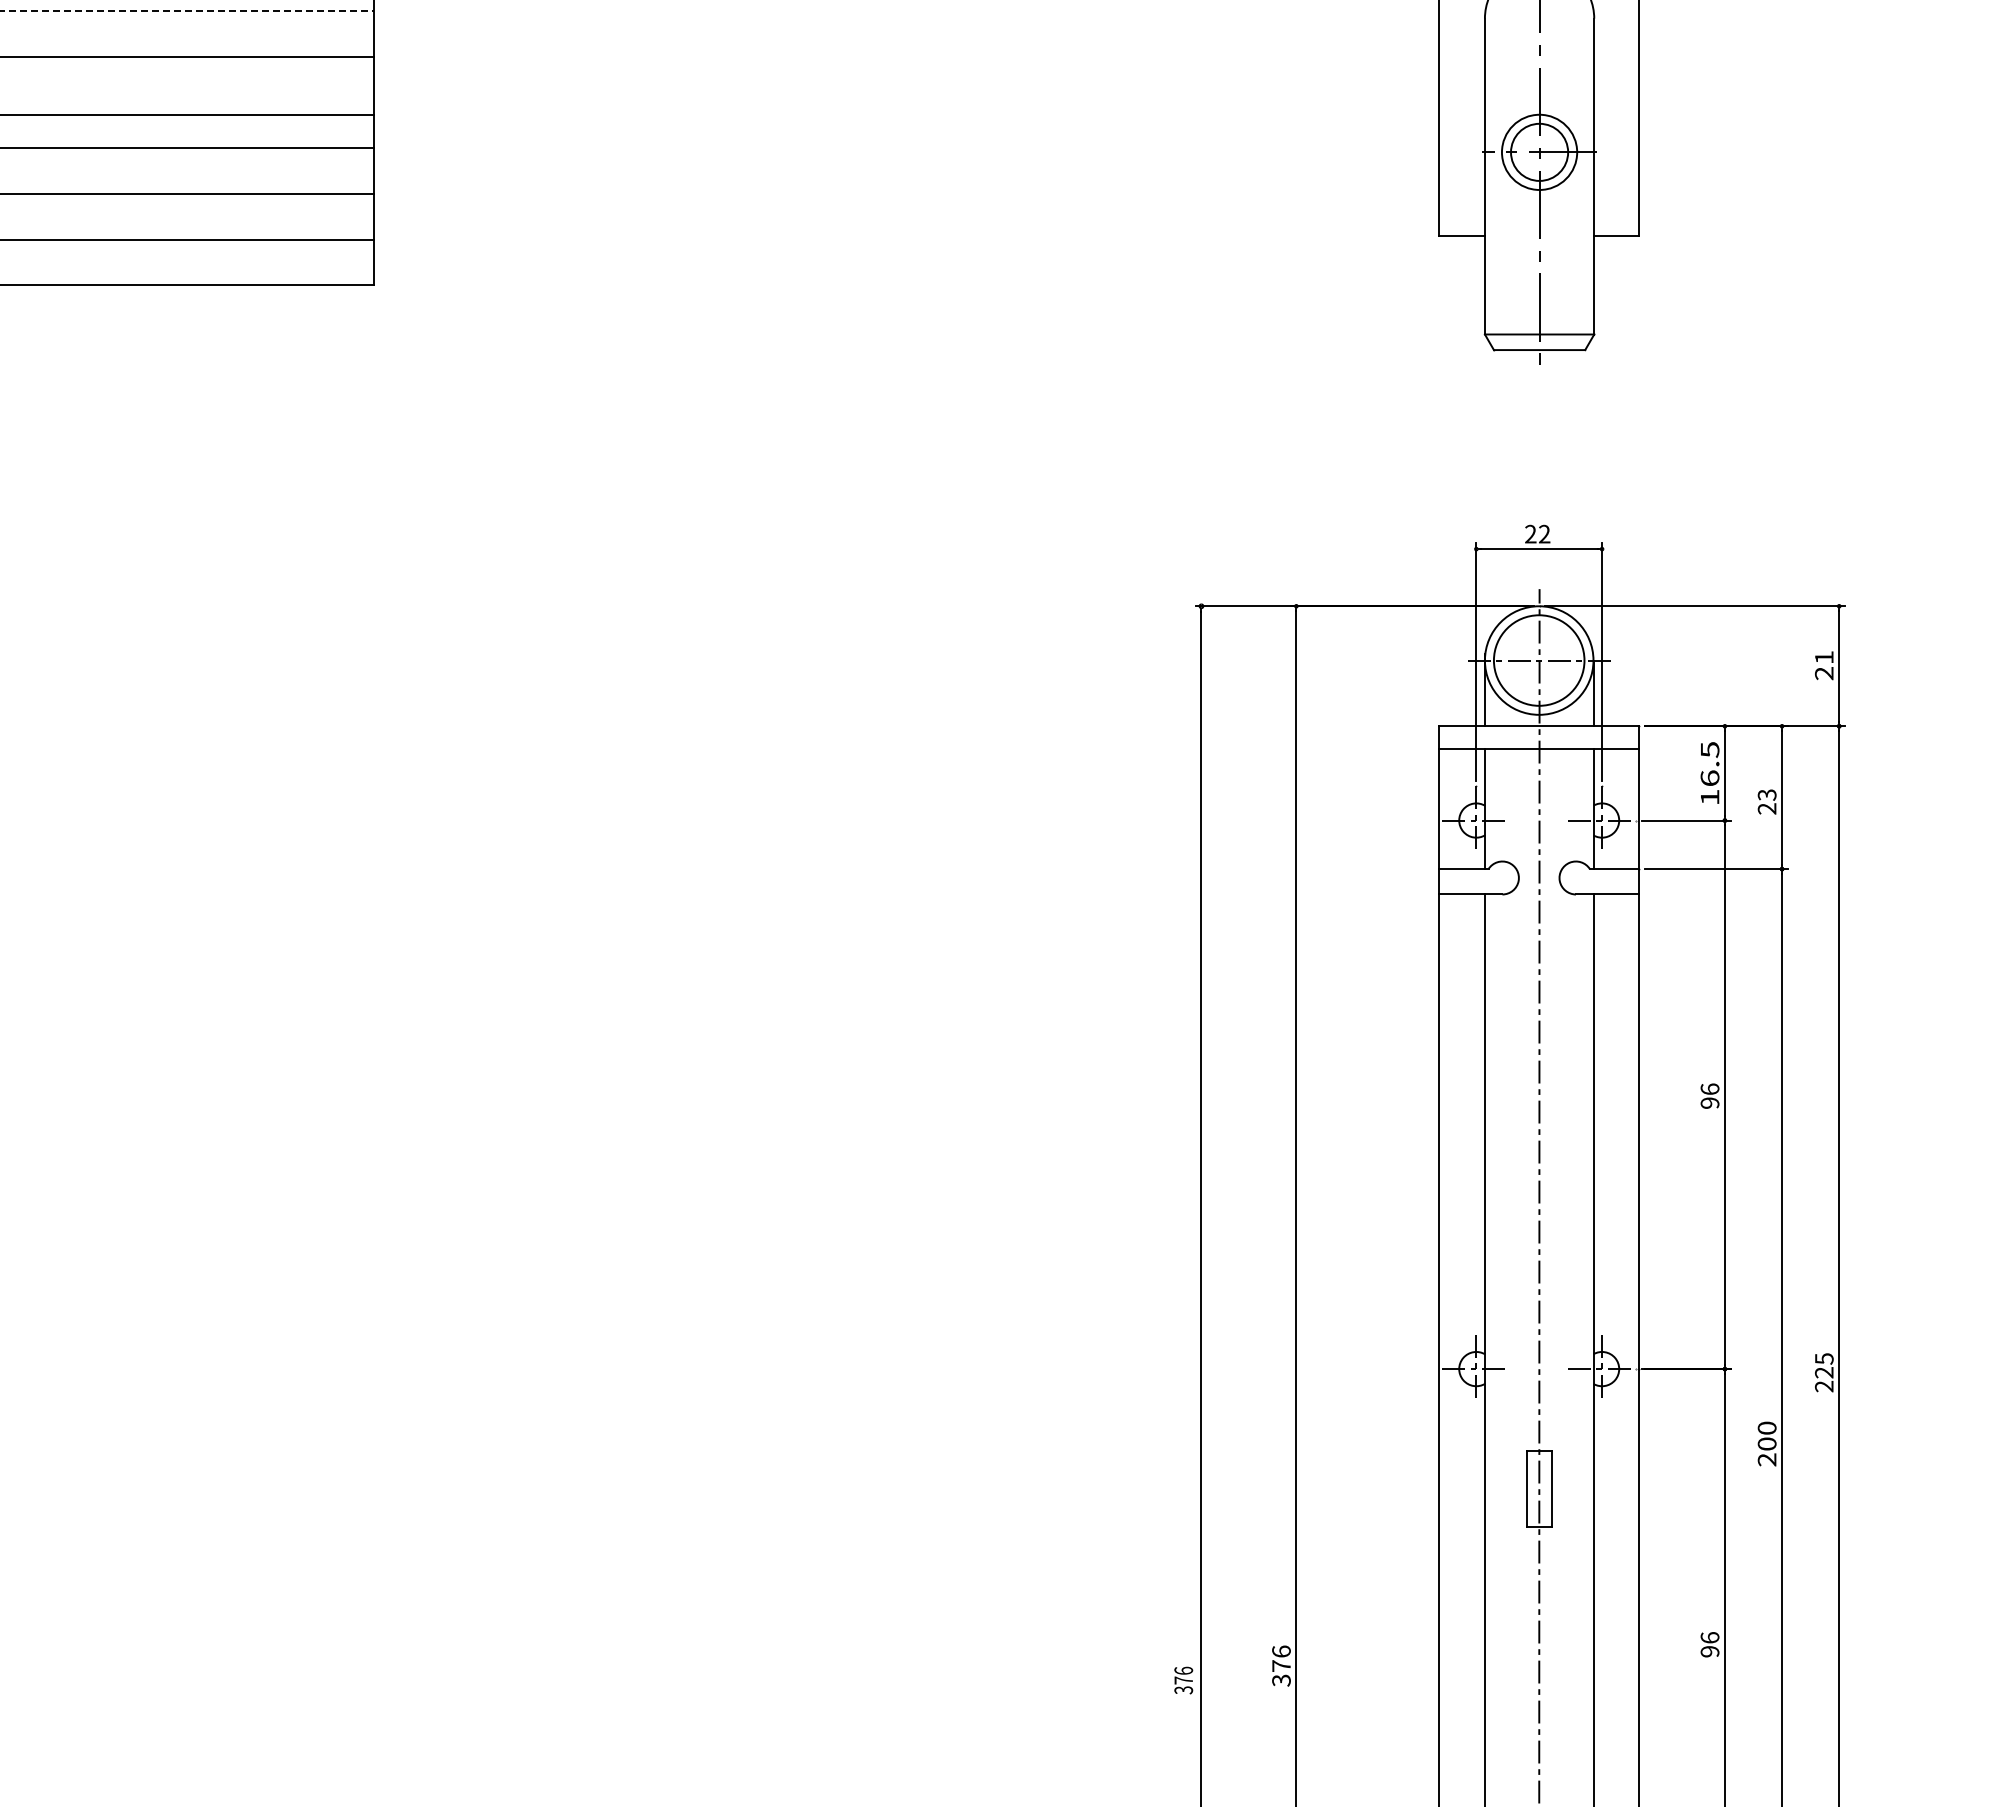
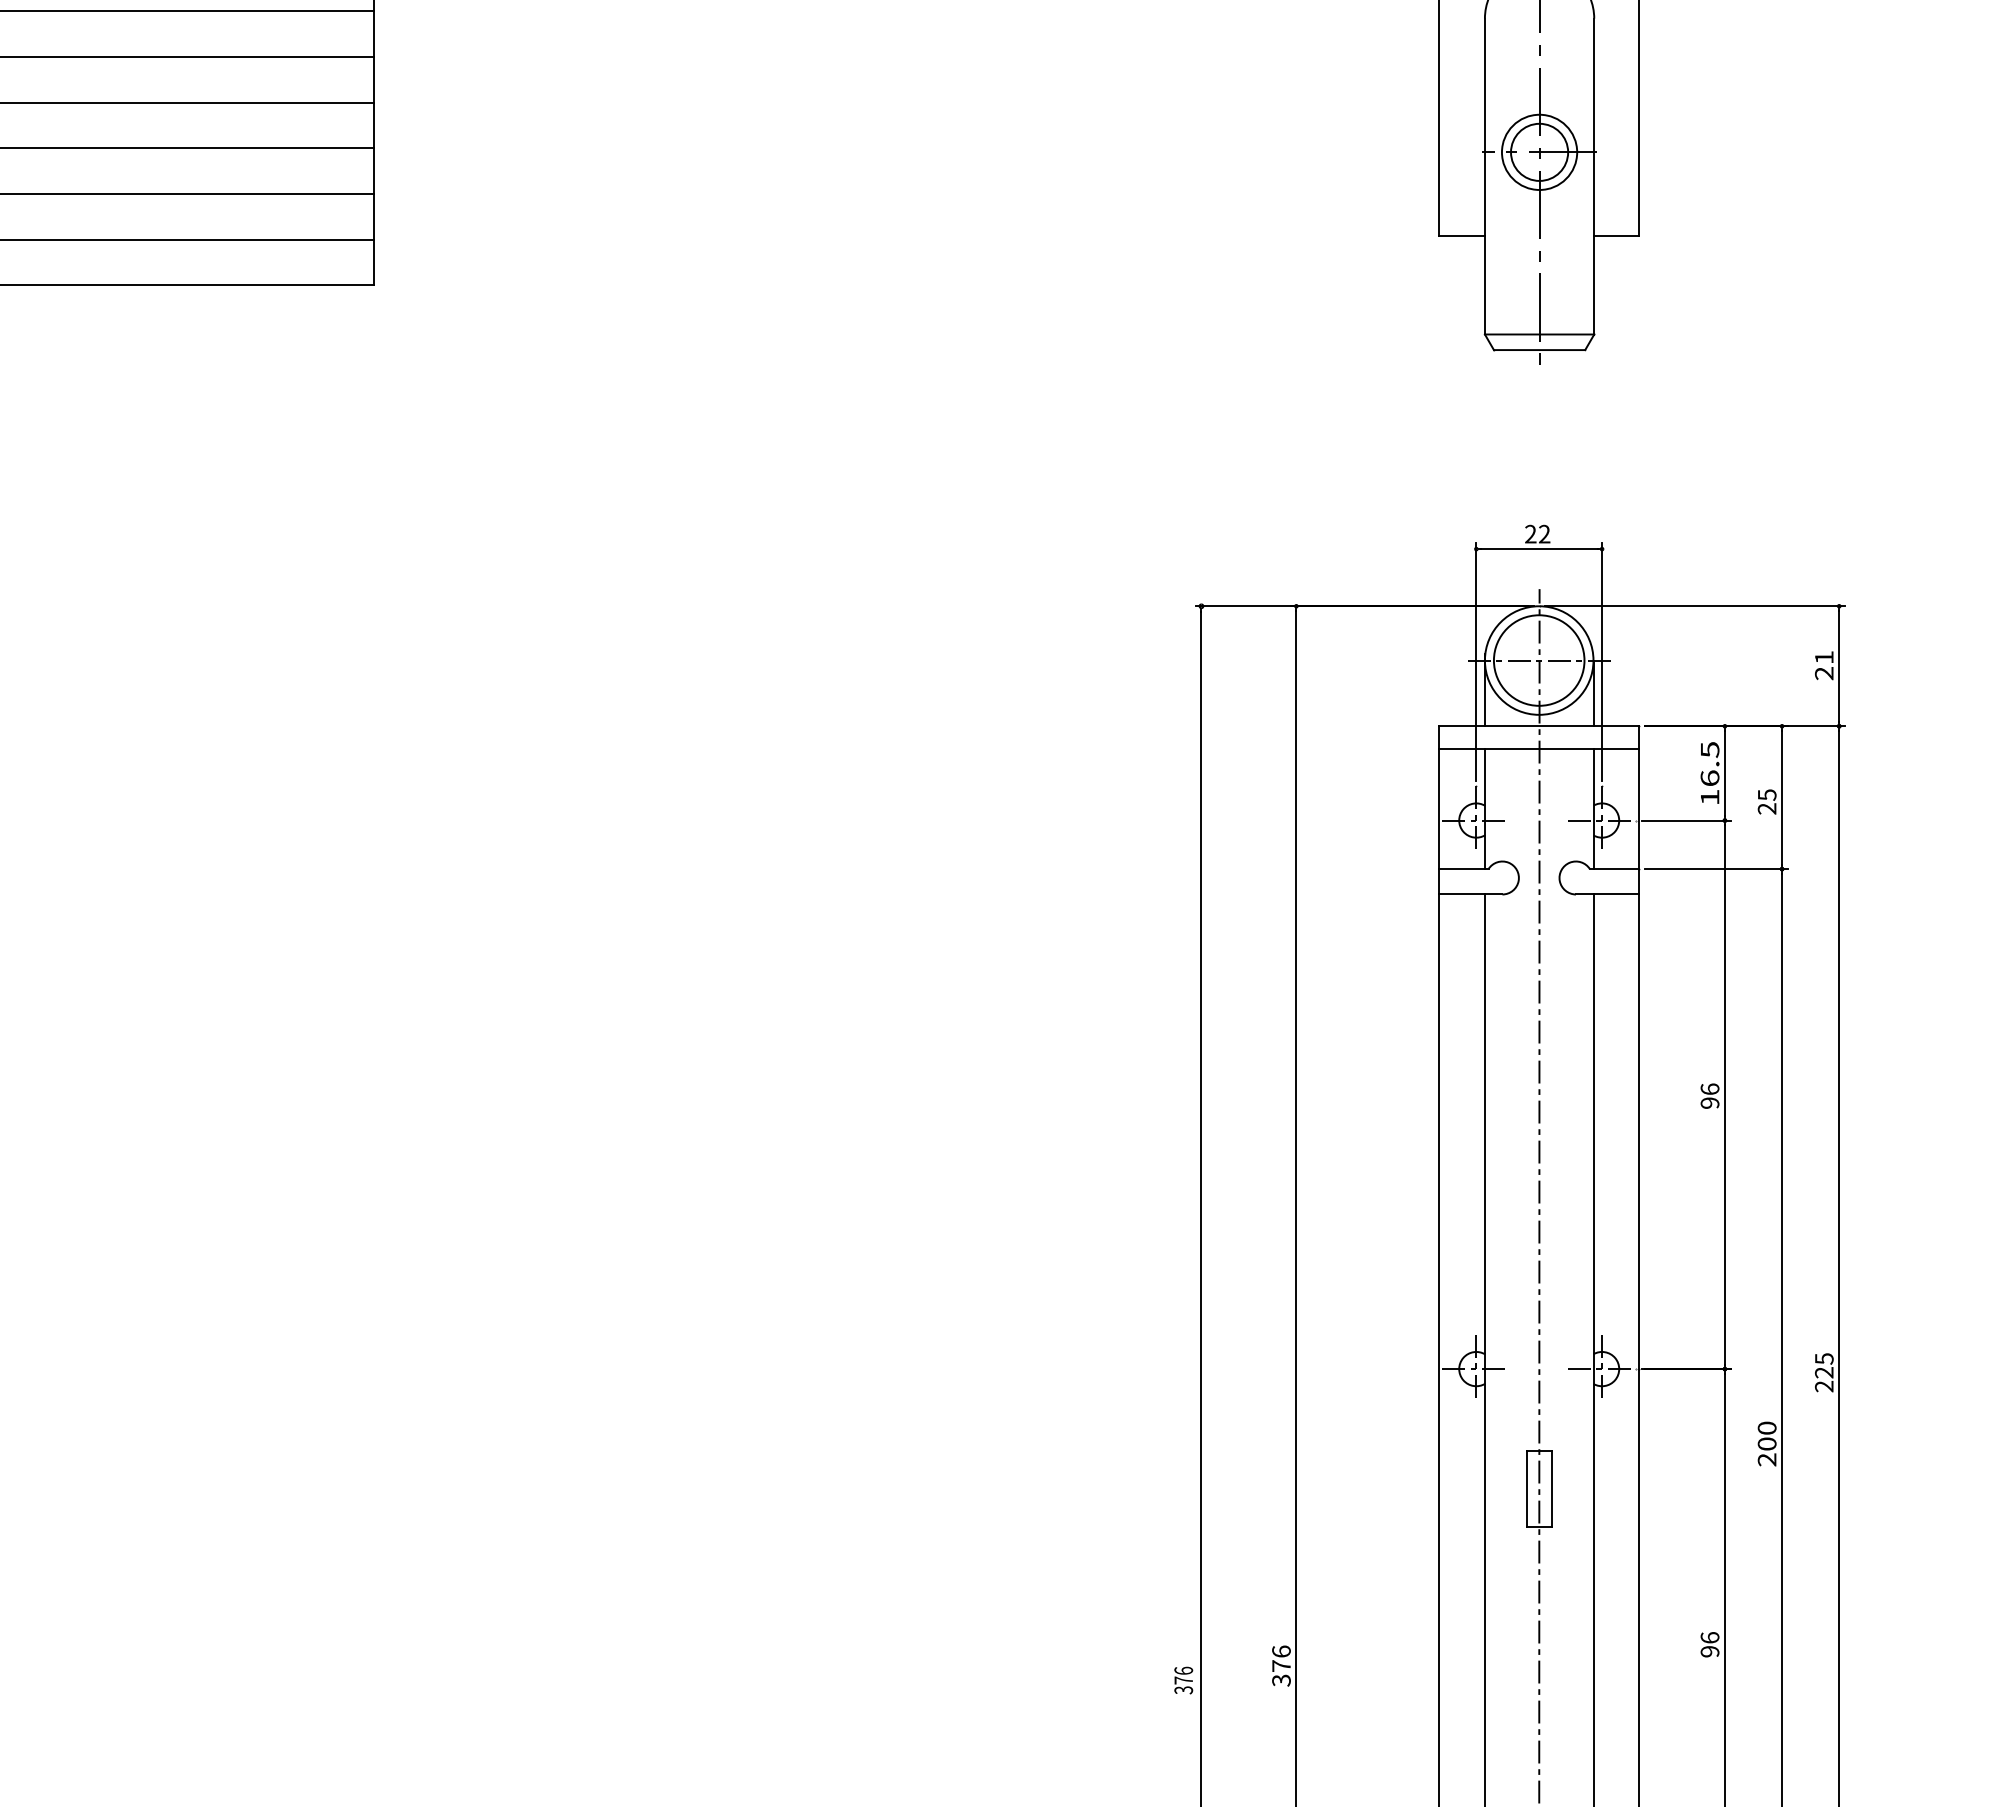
line at (187, 11): dashed -> solid
line at (187, 114) position: (187, 114) -> (187, 102)
text at (1766, 794): 23 -> 25
